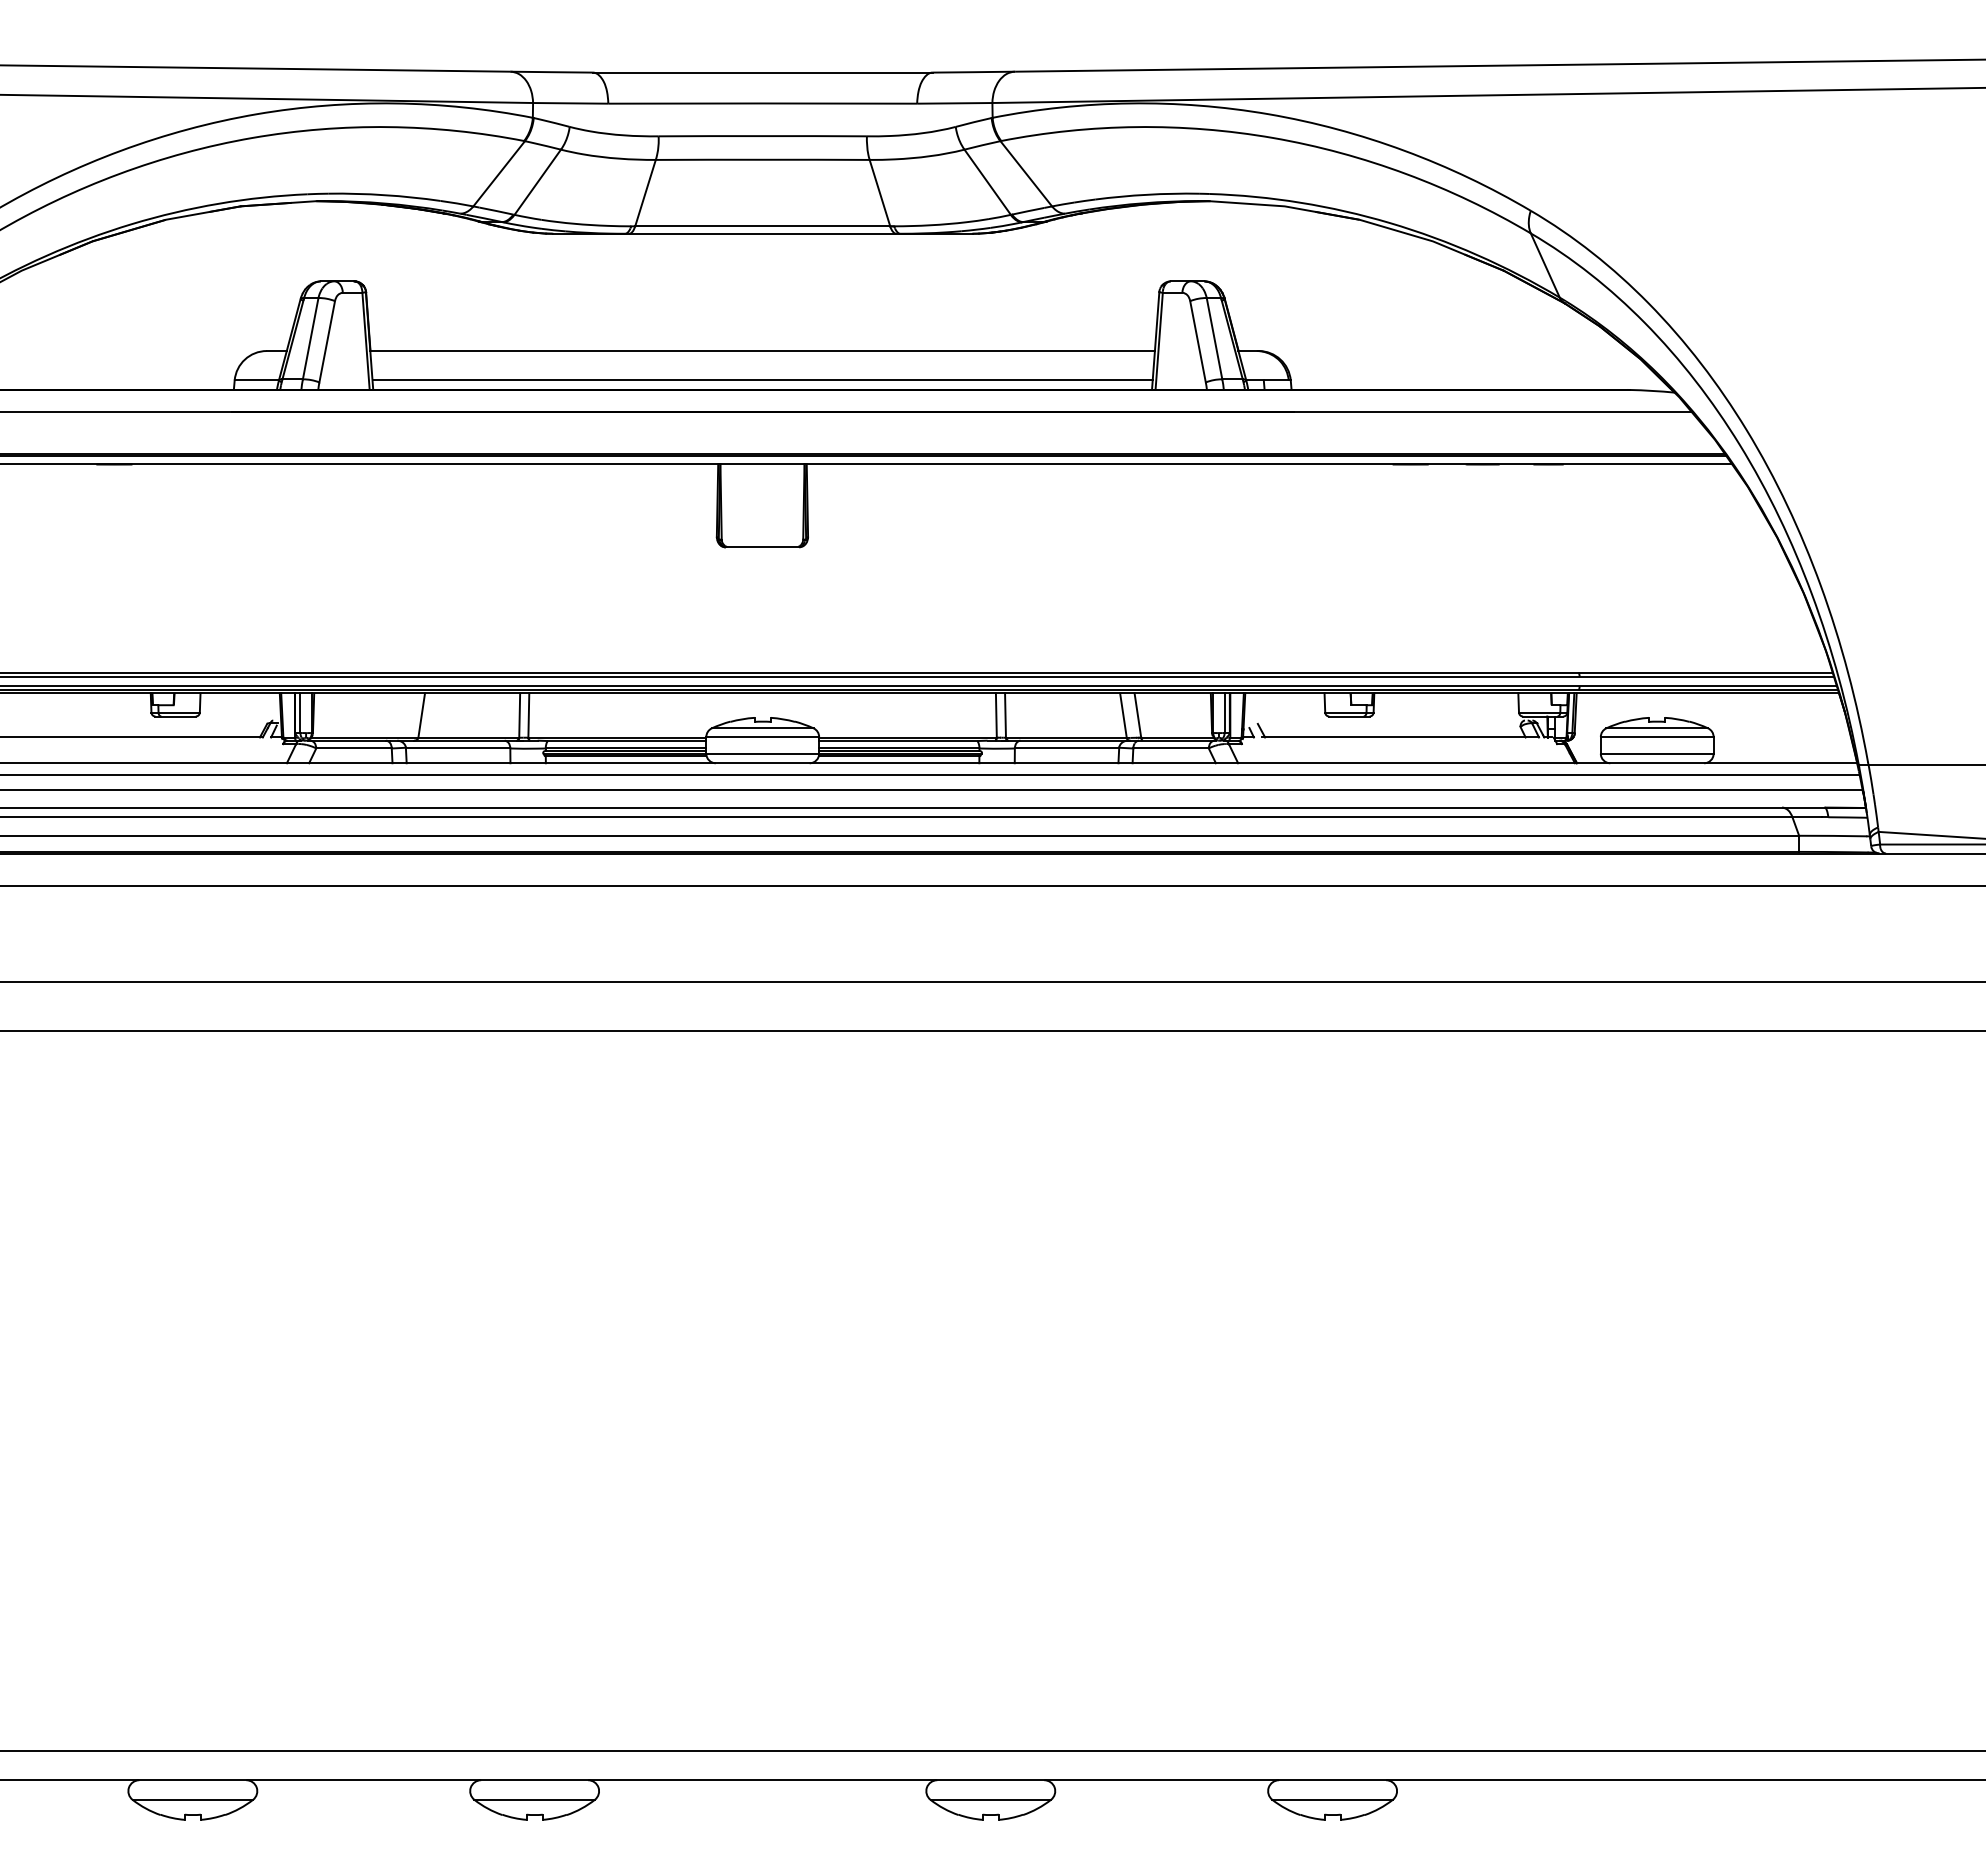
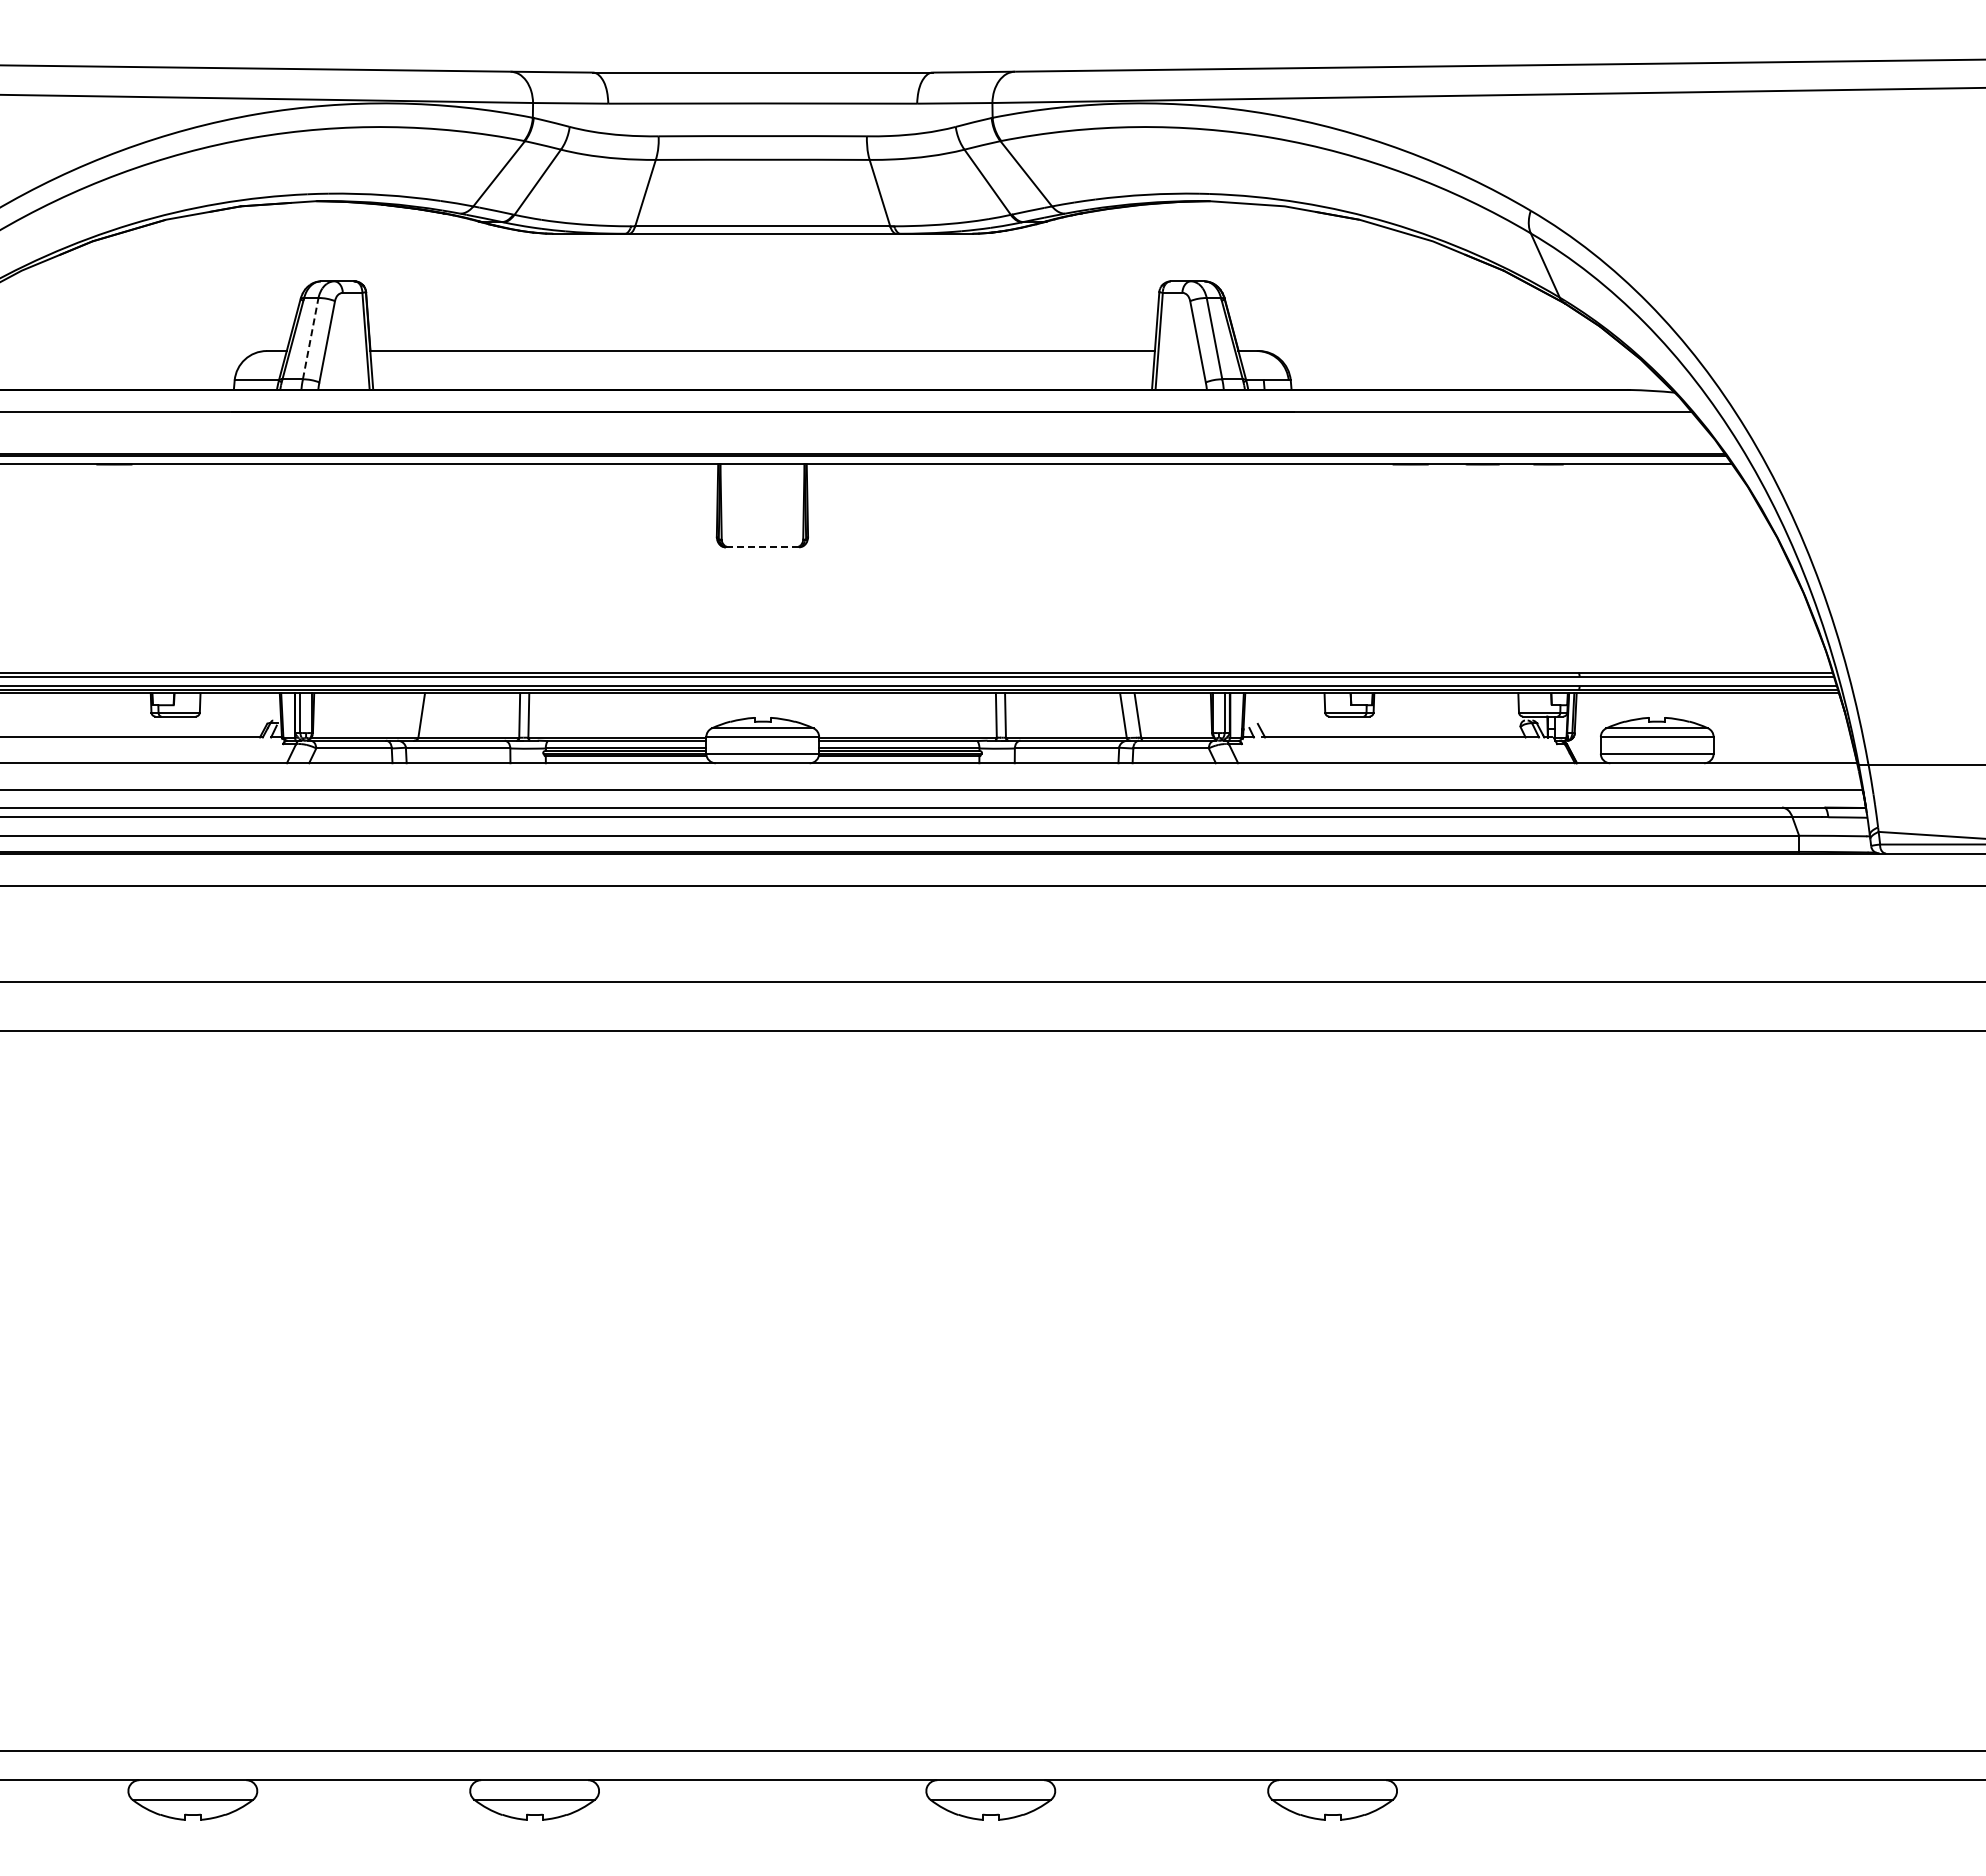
line at (310, 338): solid -> dashed
line at (762, 380): present -> none
line at (762, 547): solid -> dashed
line at (930, 774): present -> none
